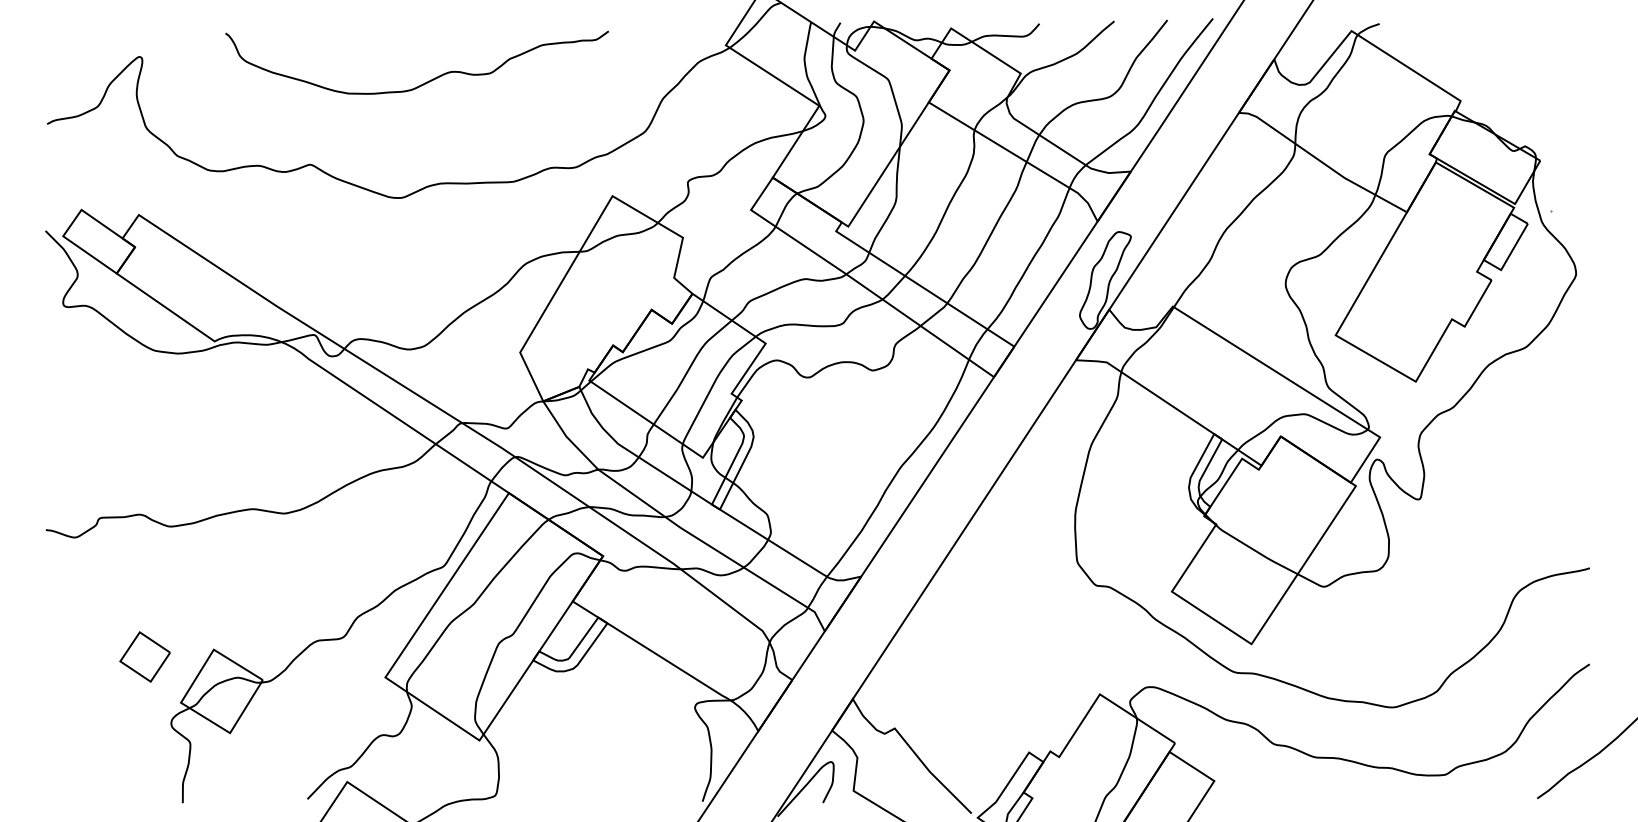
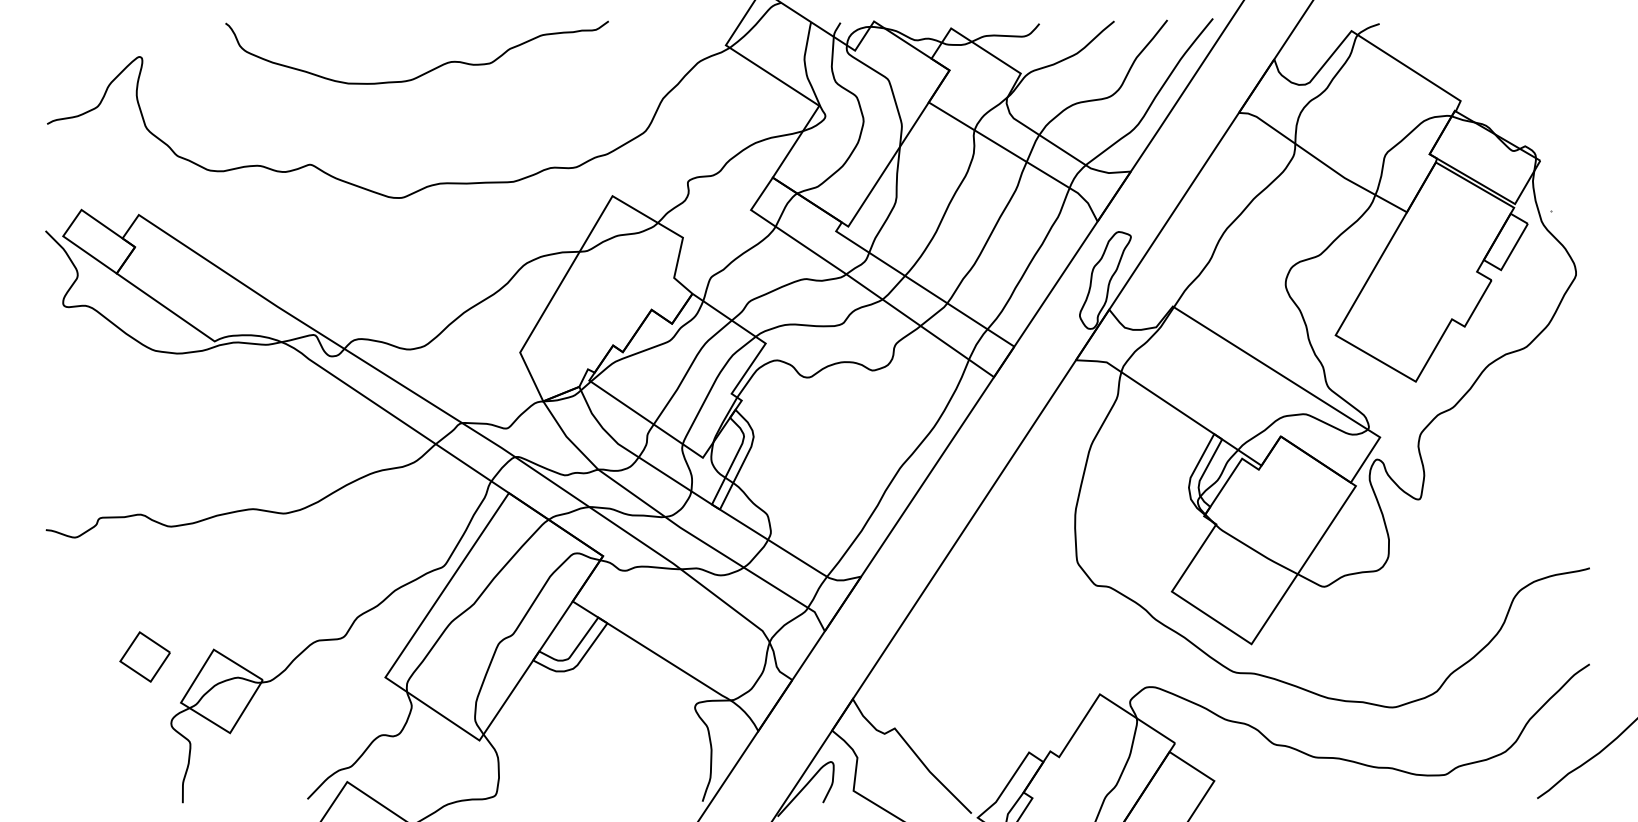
curve at (426, 81) position: (426, 81) -> (426, 71)
